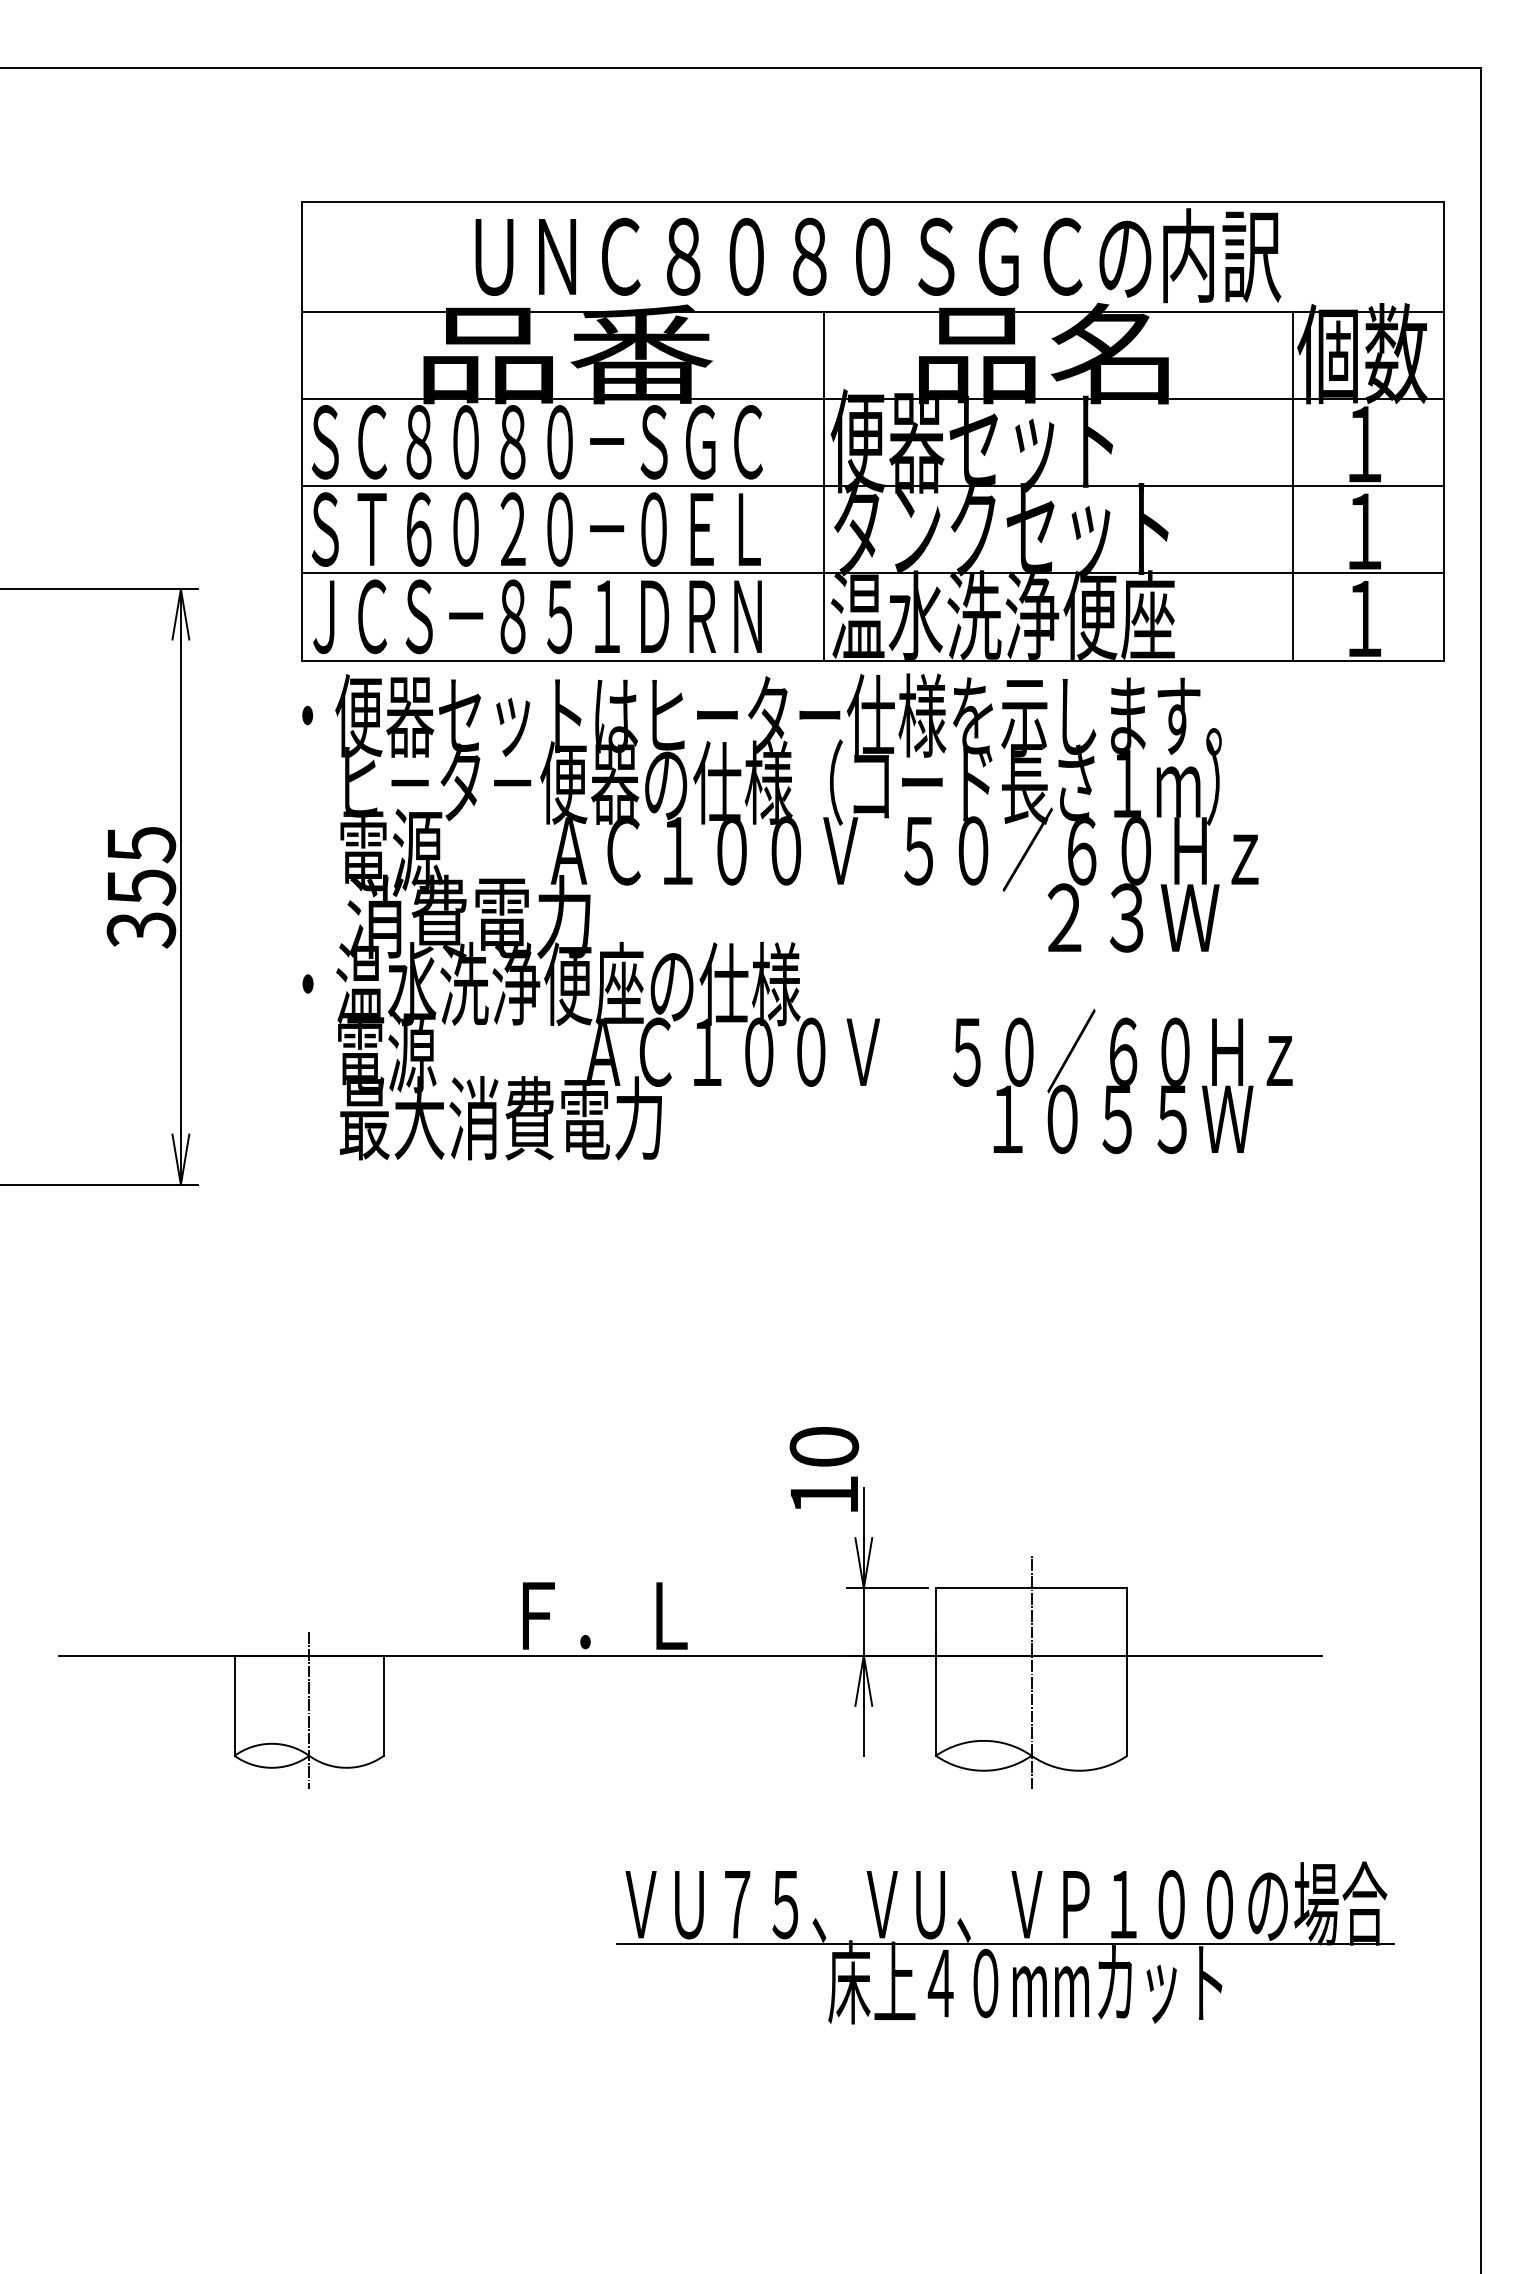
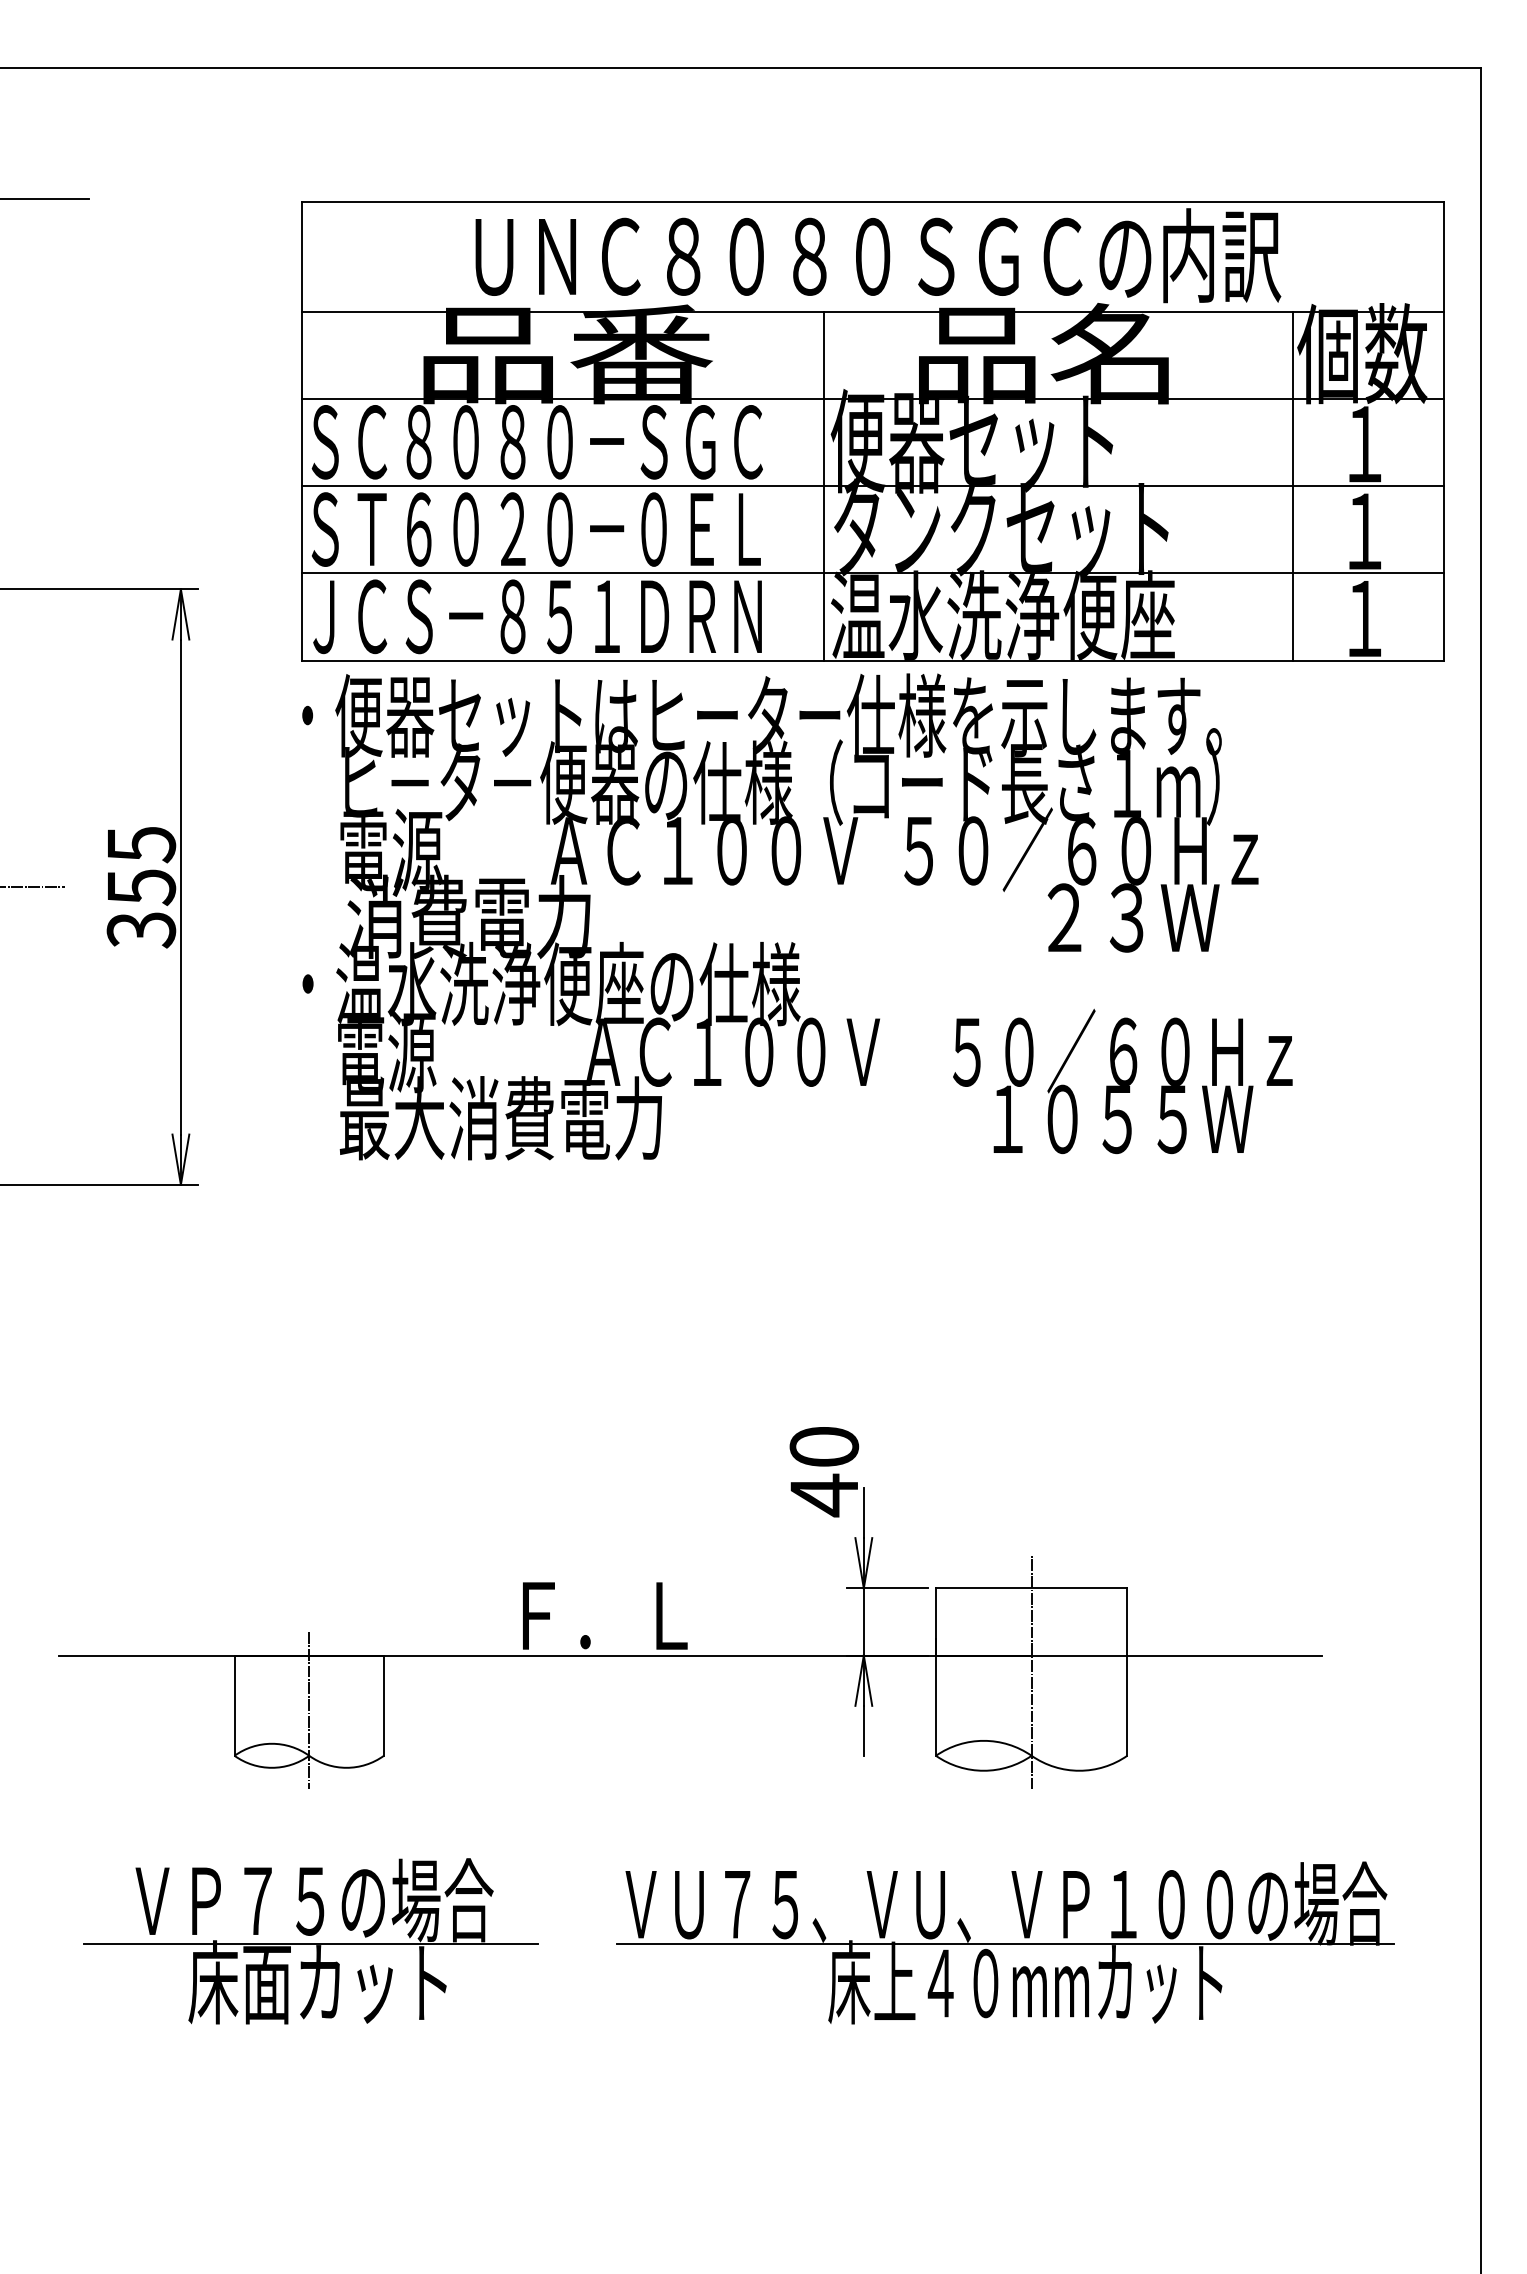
line at (45, 199): none -> present
line at (33, 887): none -> present
text at (823, 1495): 10 -> 40
part at (310, 1941): none -> present
